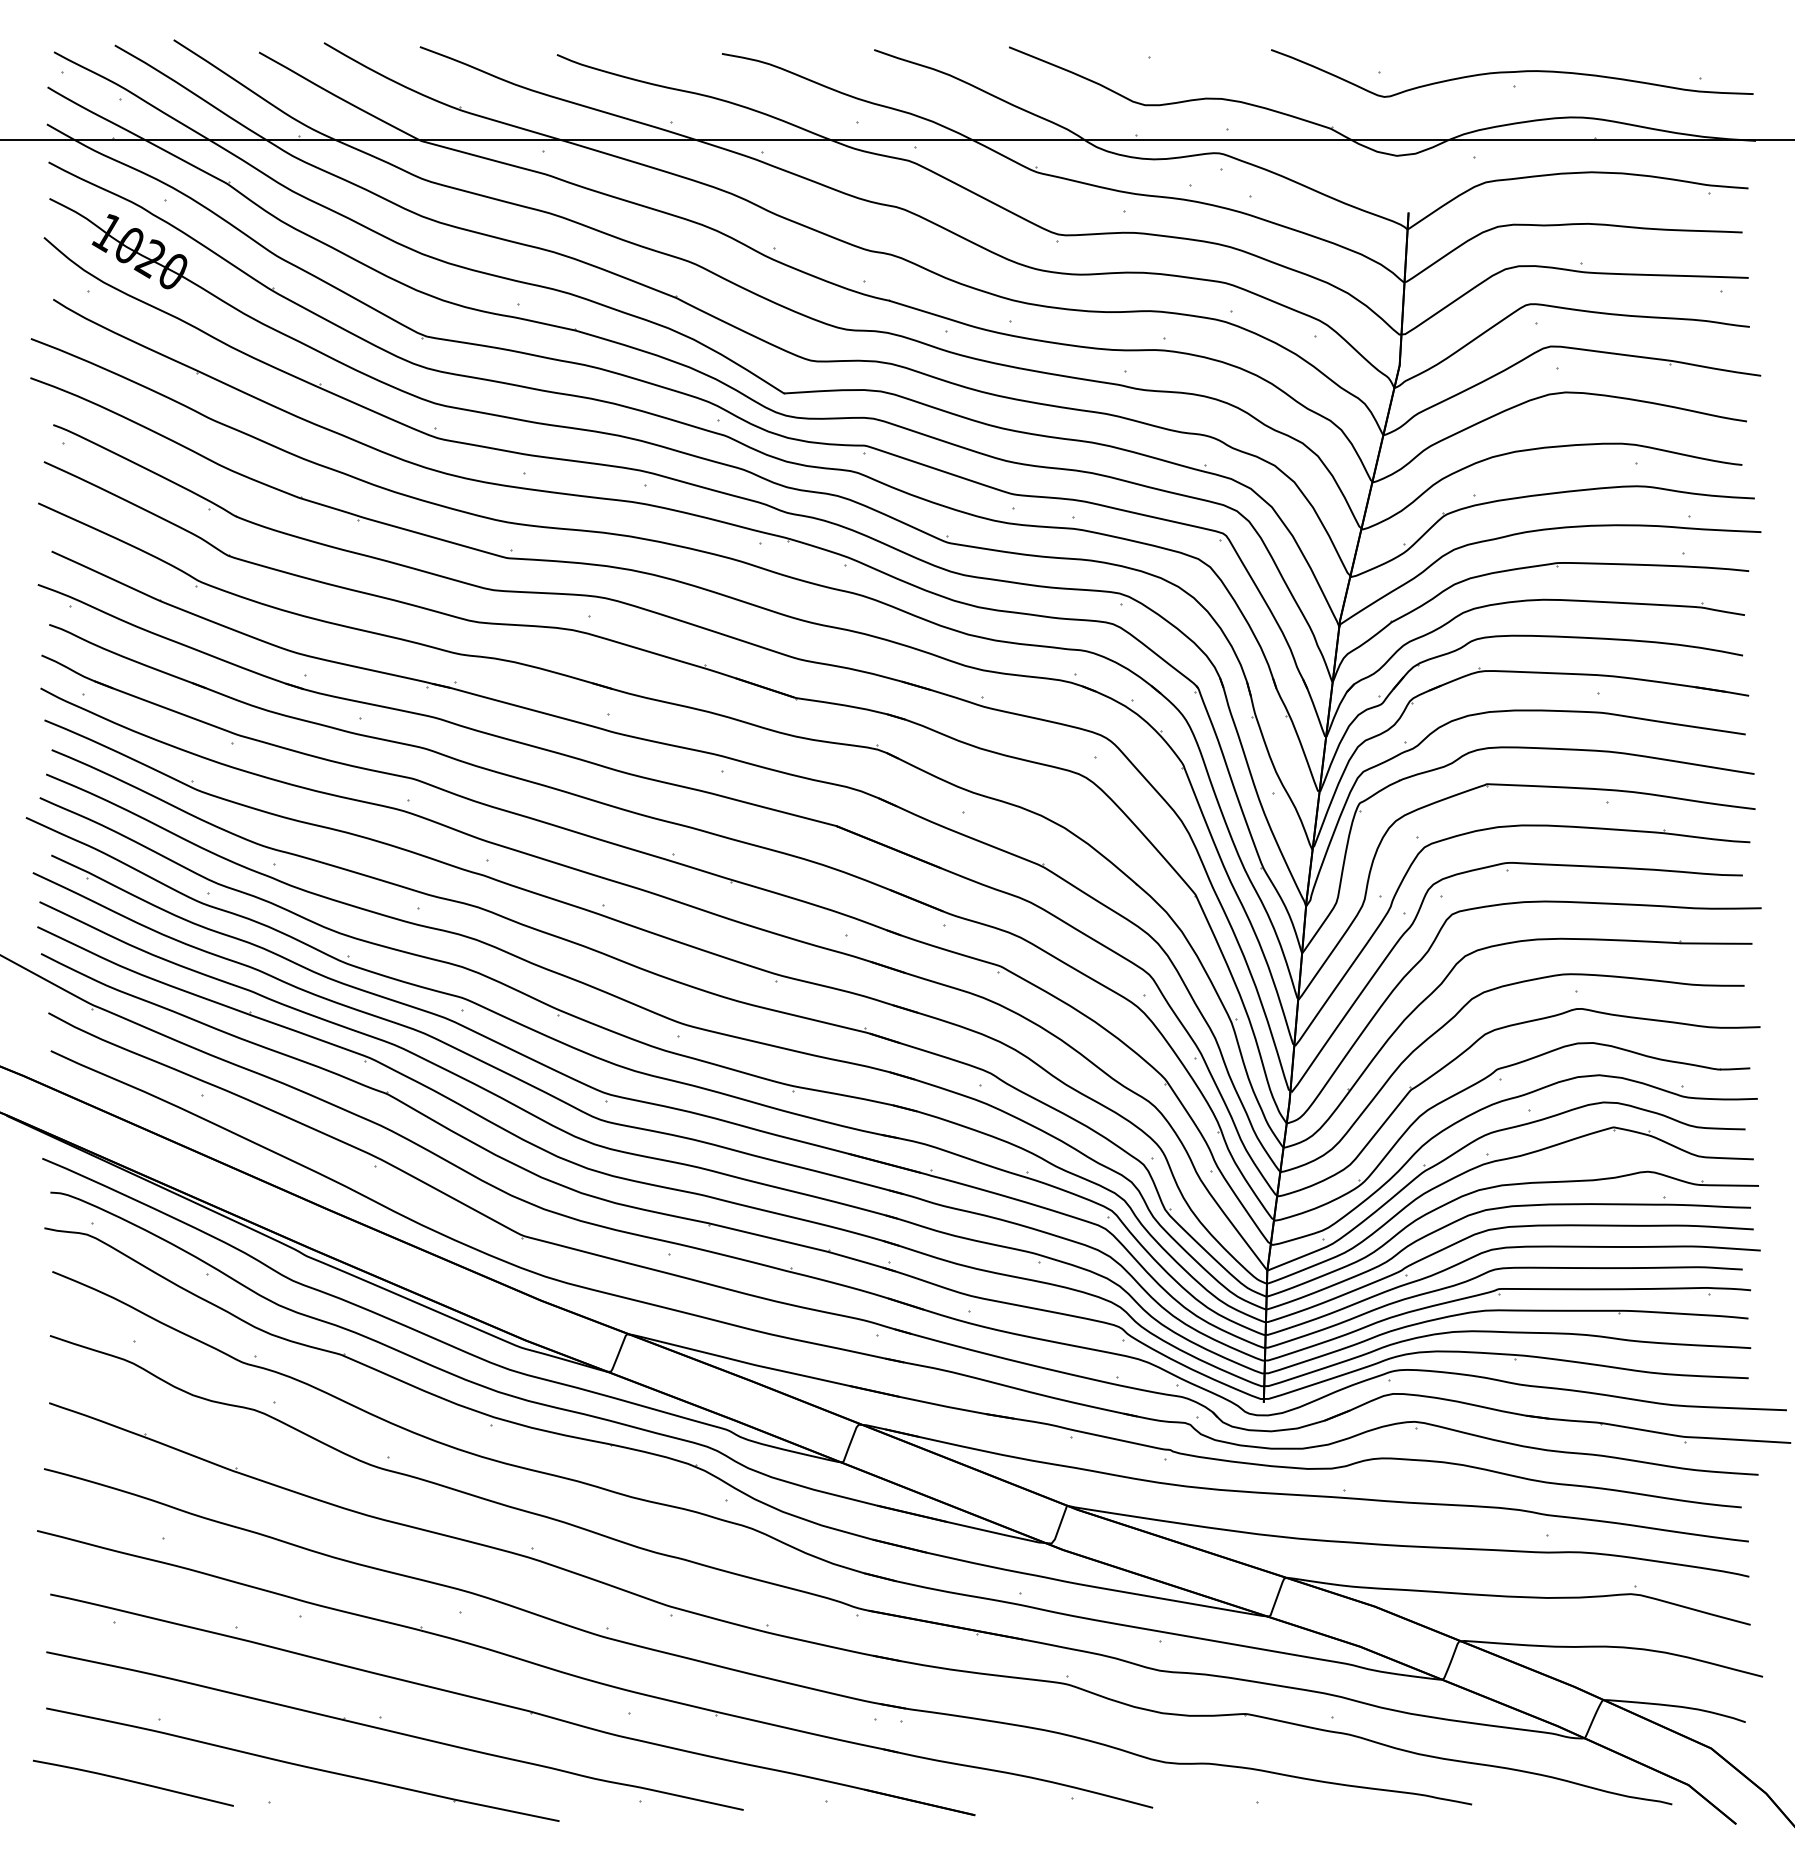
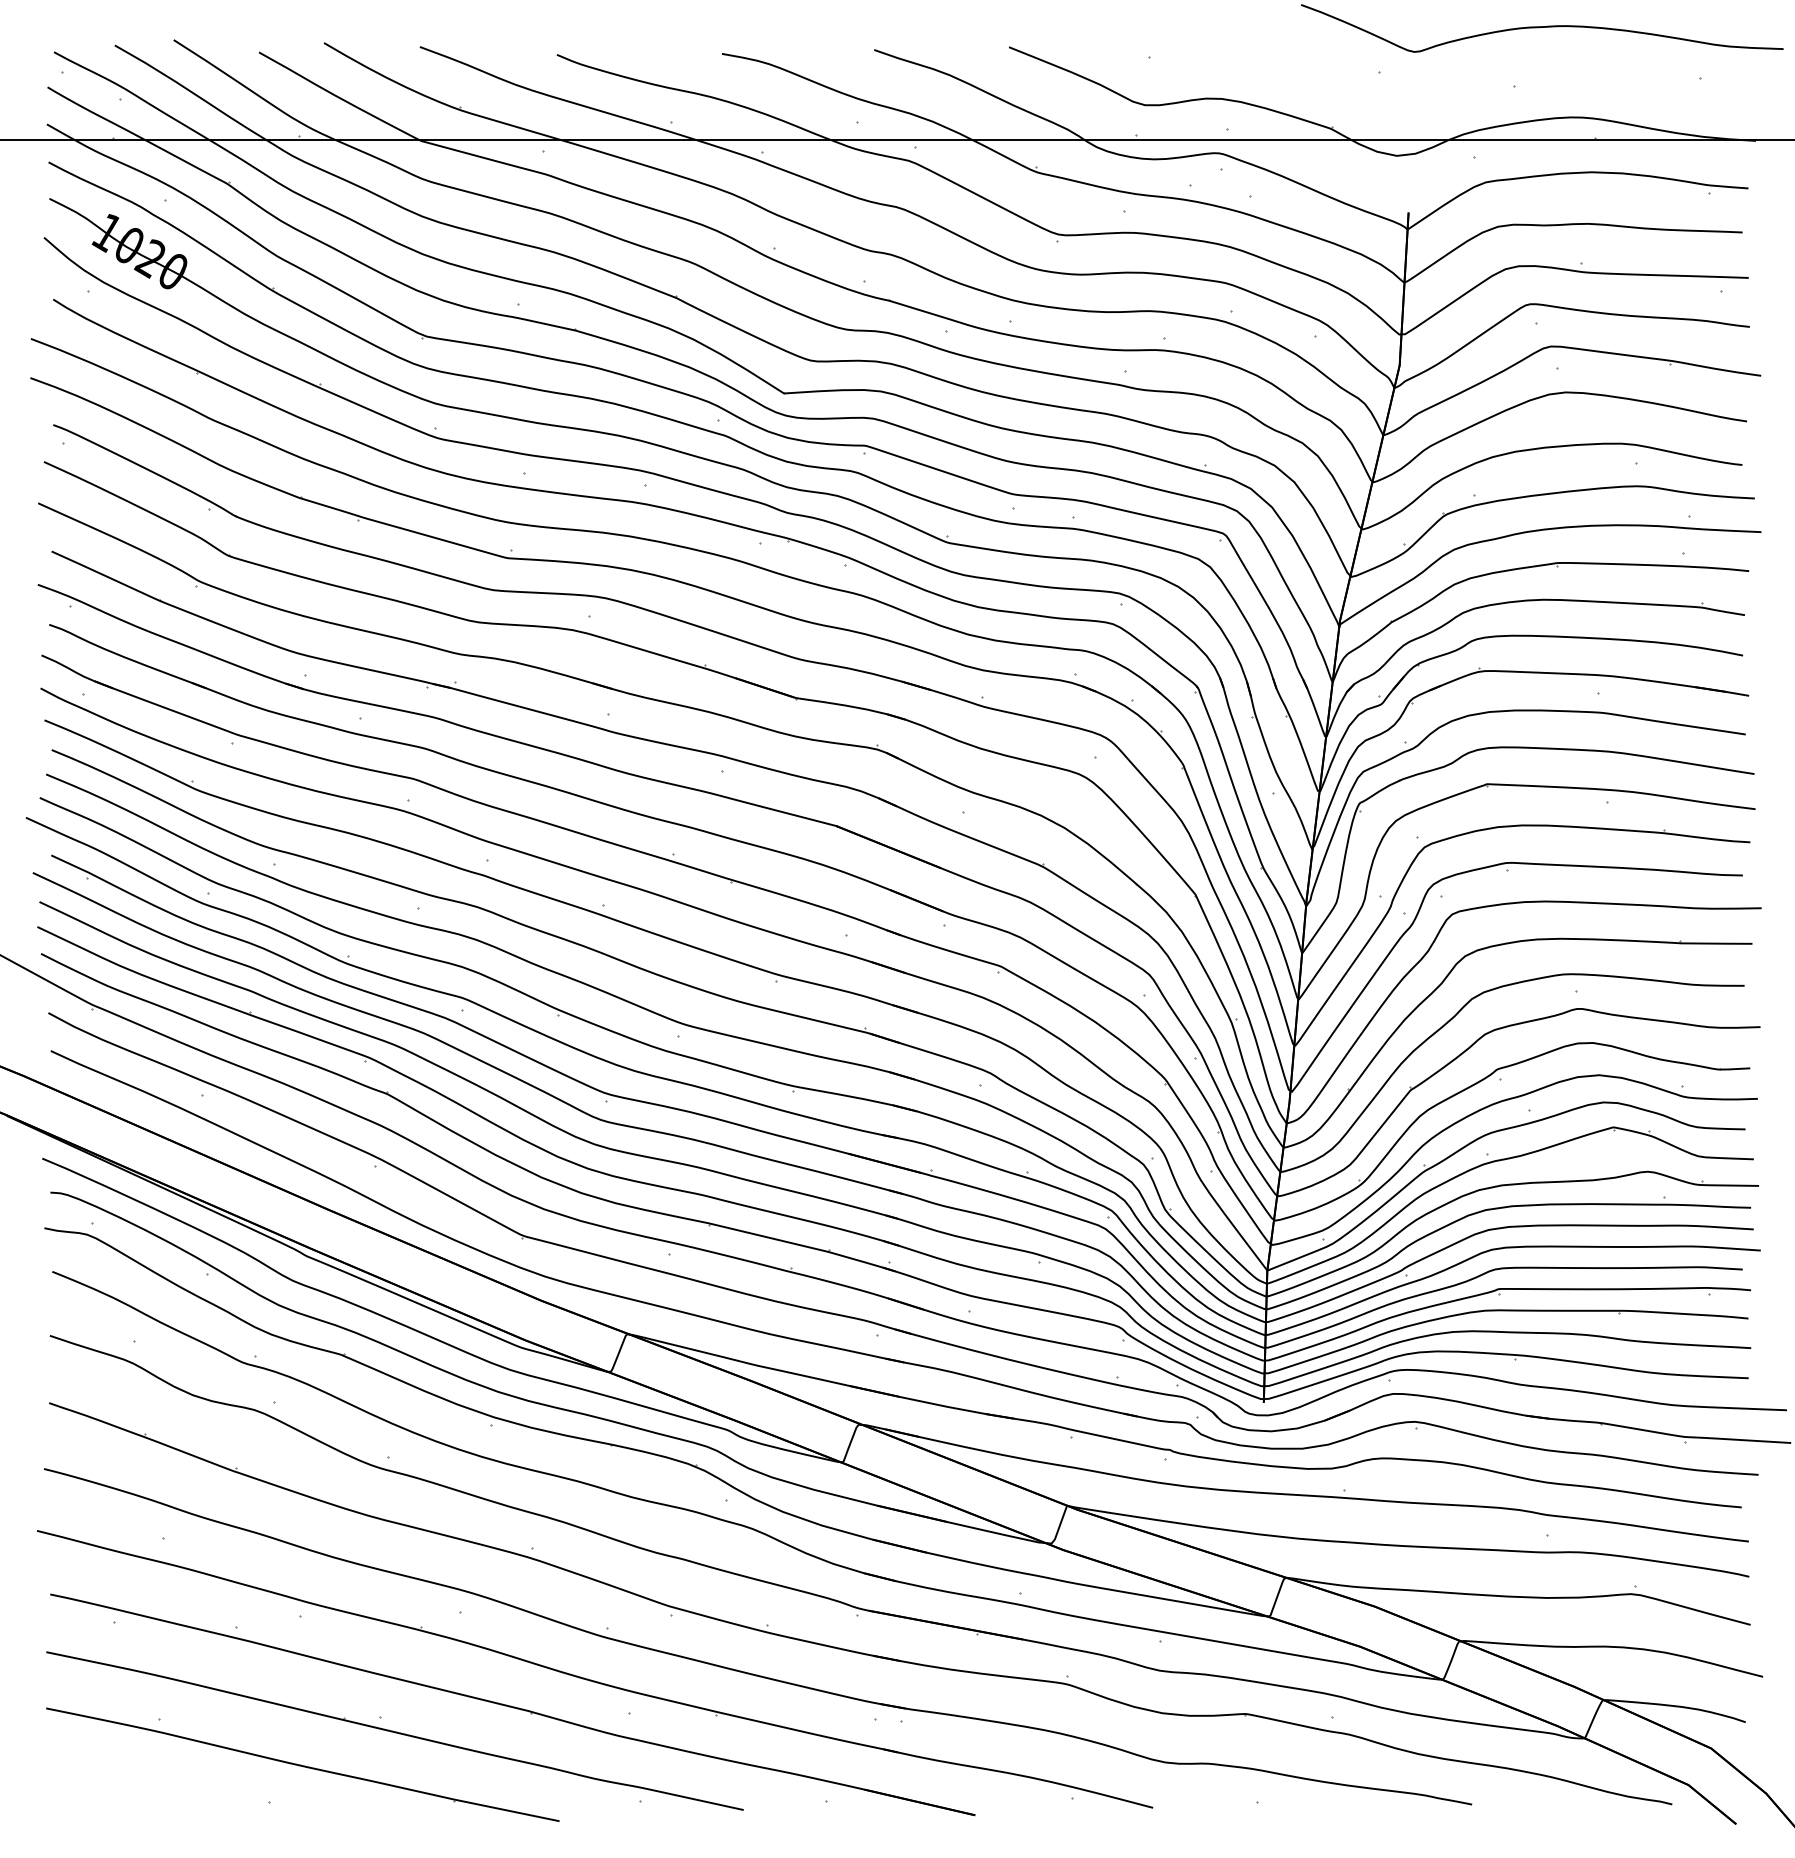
curve at (1512, 72) position: (1512, 72) -> (1542, 27)
curve at (132, 1782): present -> none
